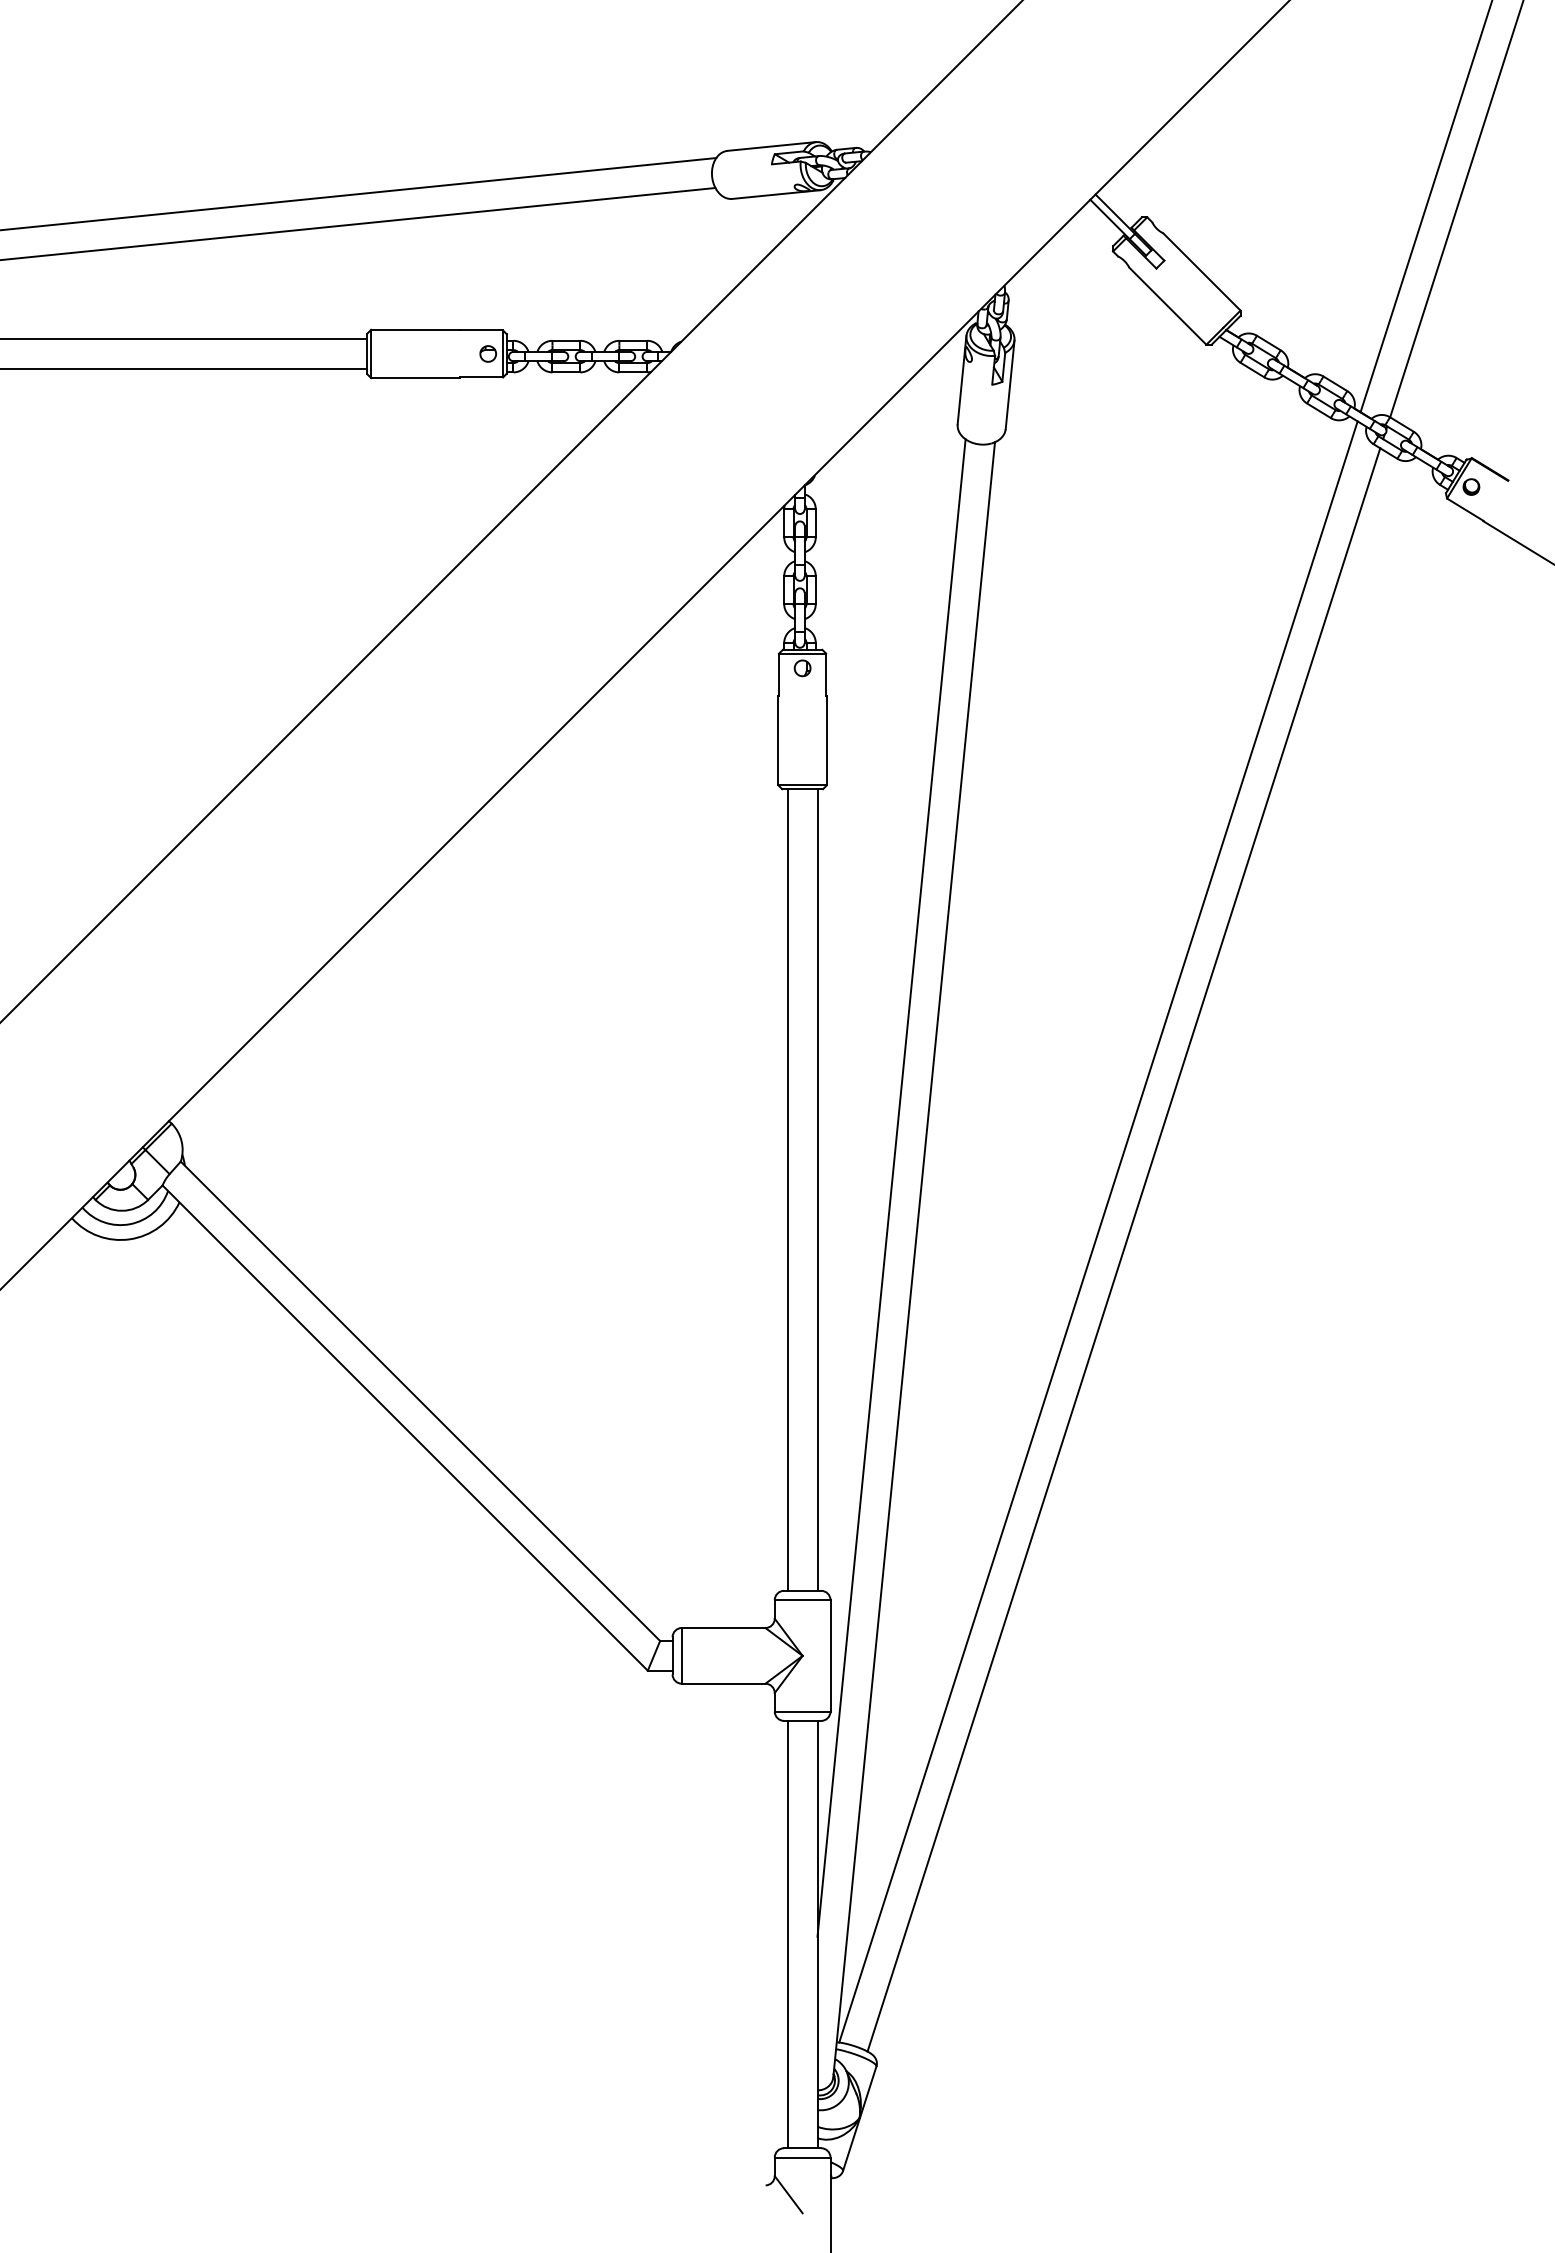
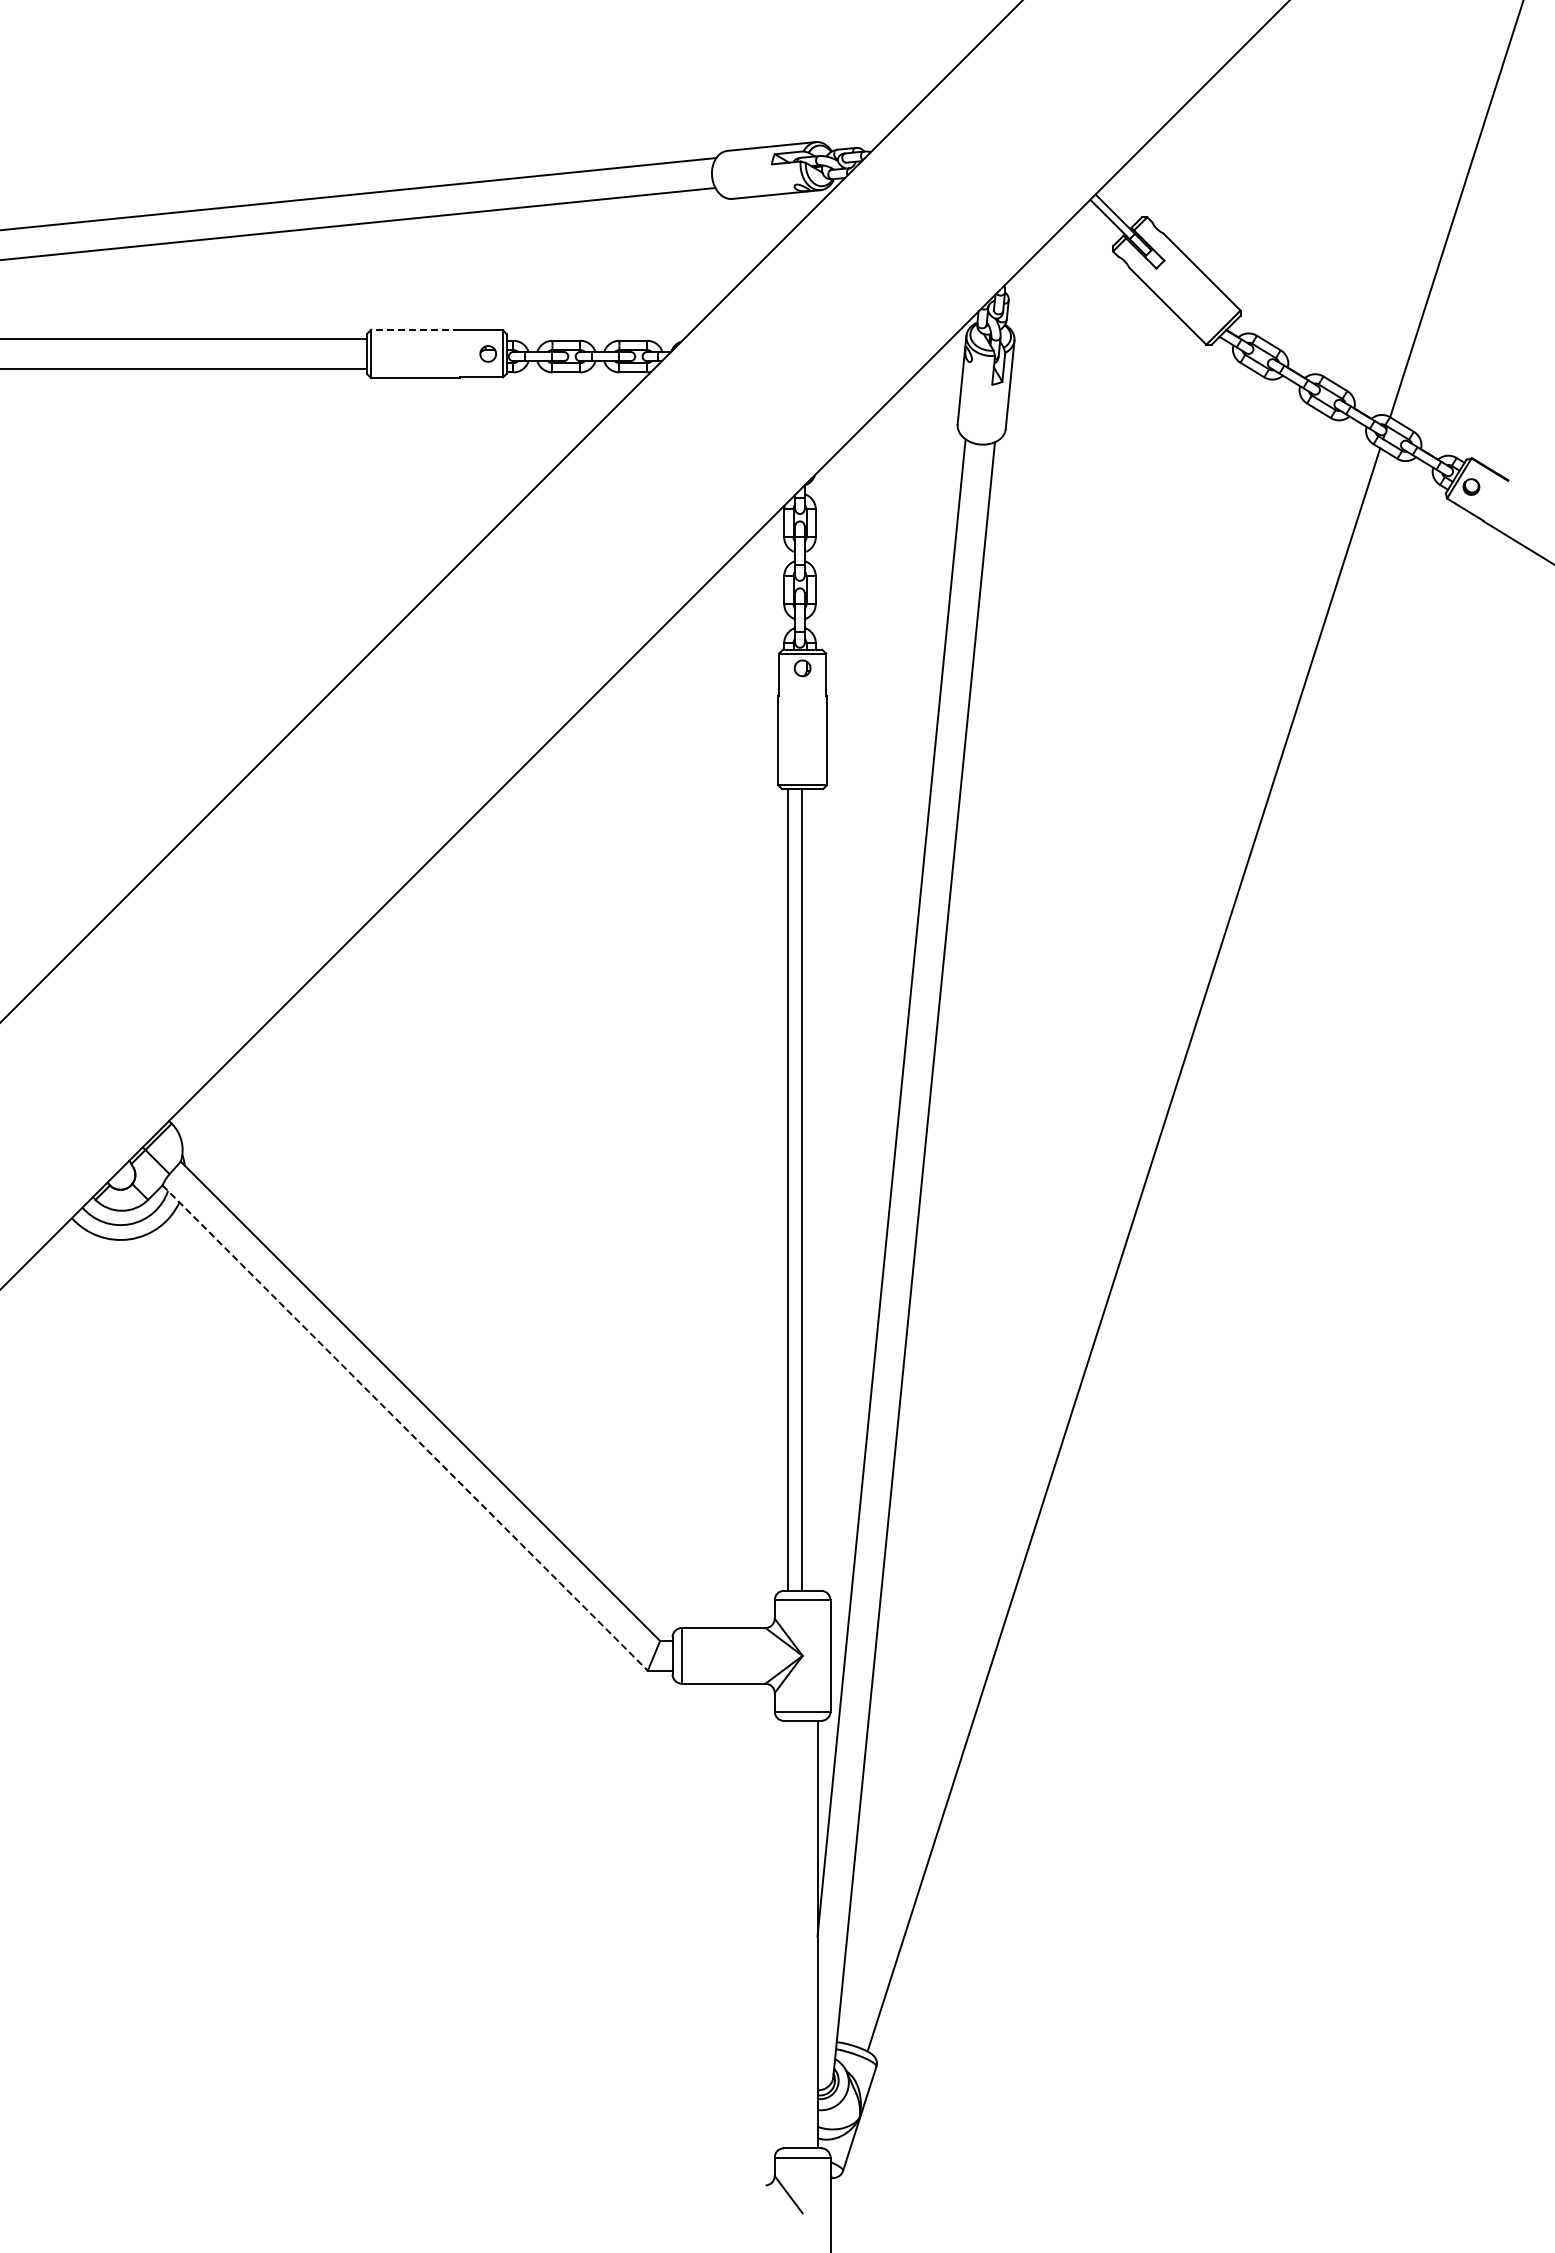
line at (1425, 207): present -> none
line at (415, 329): solid -> dashed
line at (817, 1189) position: (817, 1189) -> (801, 1189)
line at (1098, 1231): present -> none
line at (405, 1428): solid -> dashed
line at (787, 1934): present -> none
